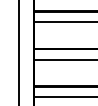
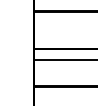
line at (64, 22): present -> none
line at (18, 52): present -> none
line at (64, 96): present -> none
